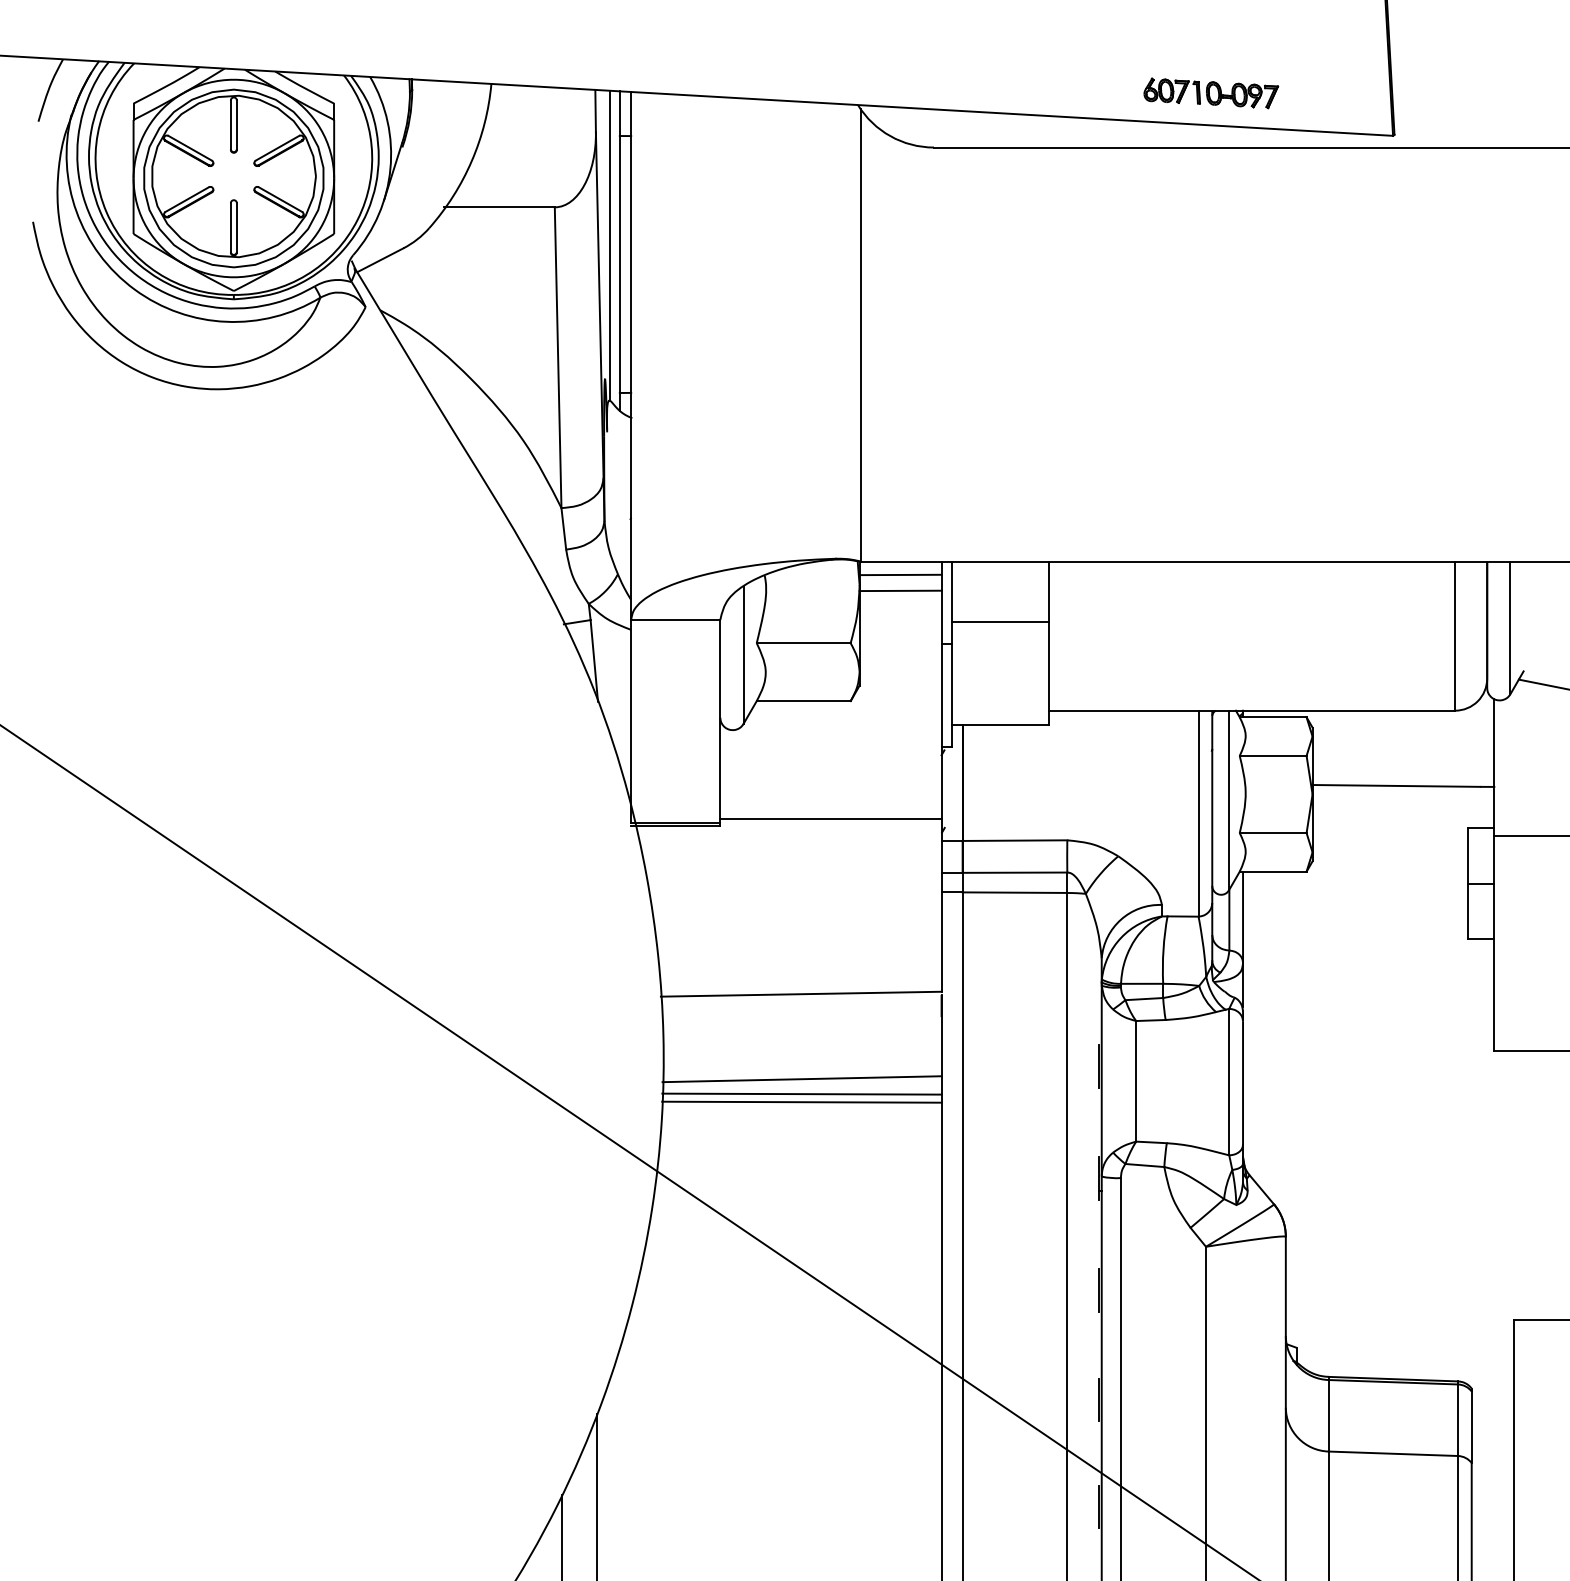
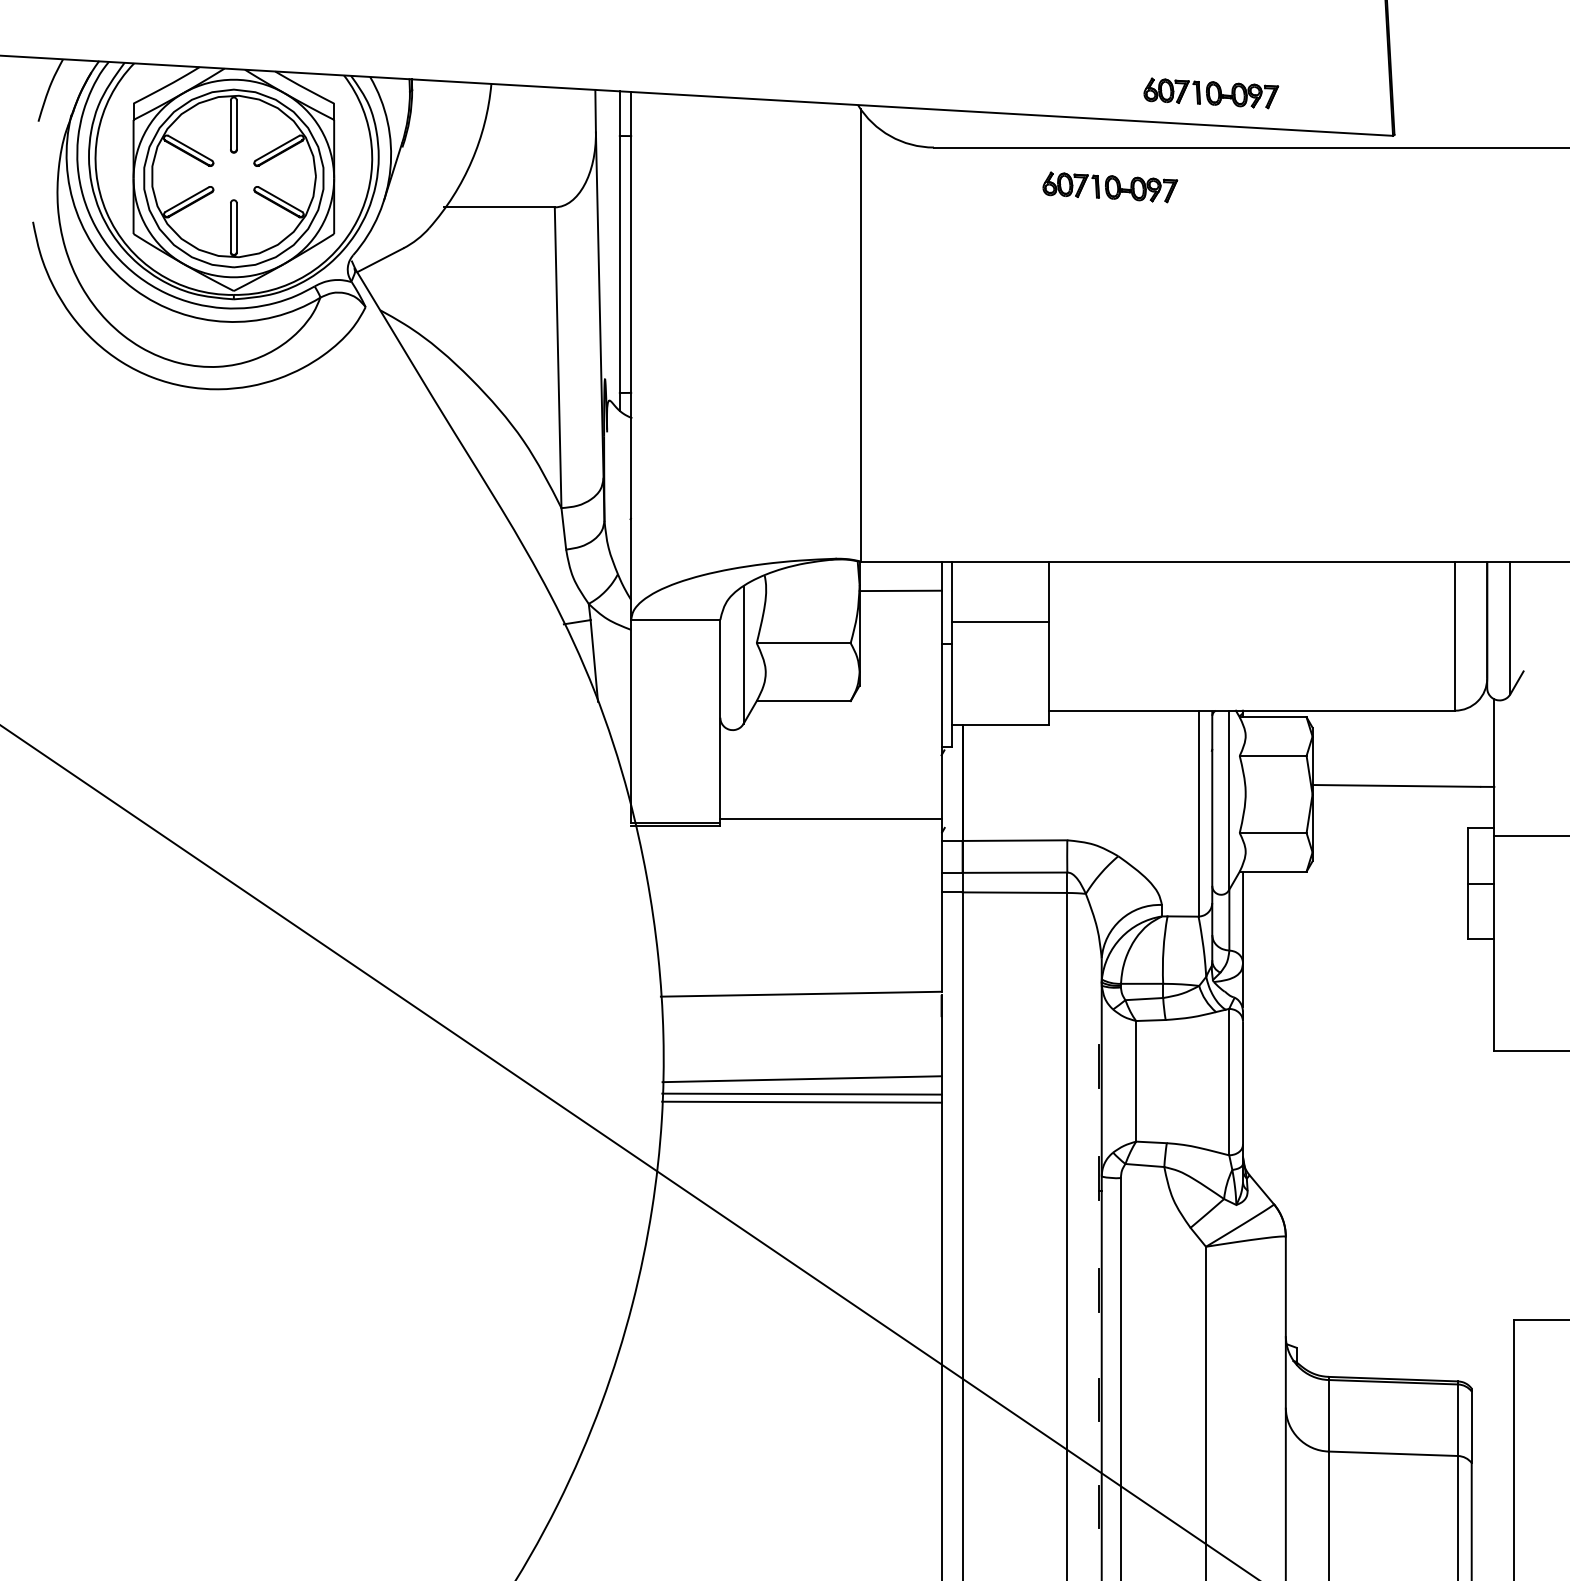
part at (1110, 187): none -> present
line at (609, 245): present -> none
line at (900, 574): present -> none
line at (1542, 684): present -> none
line at (597, 1495): present -> none
line at (562, 1535): present -> none
